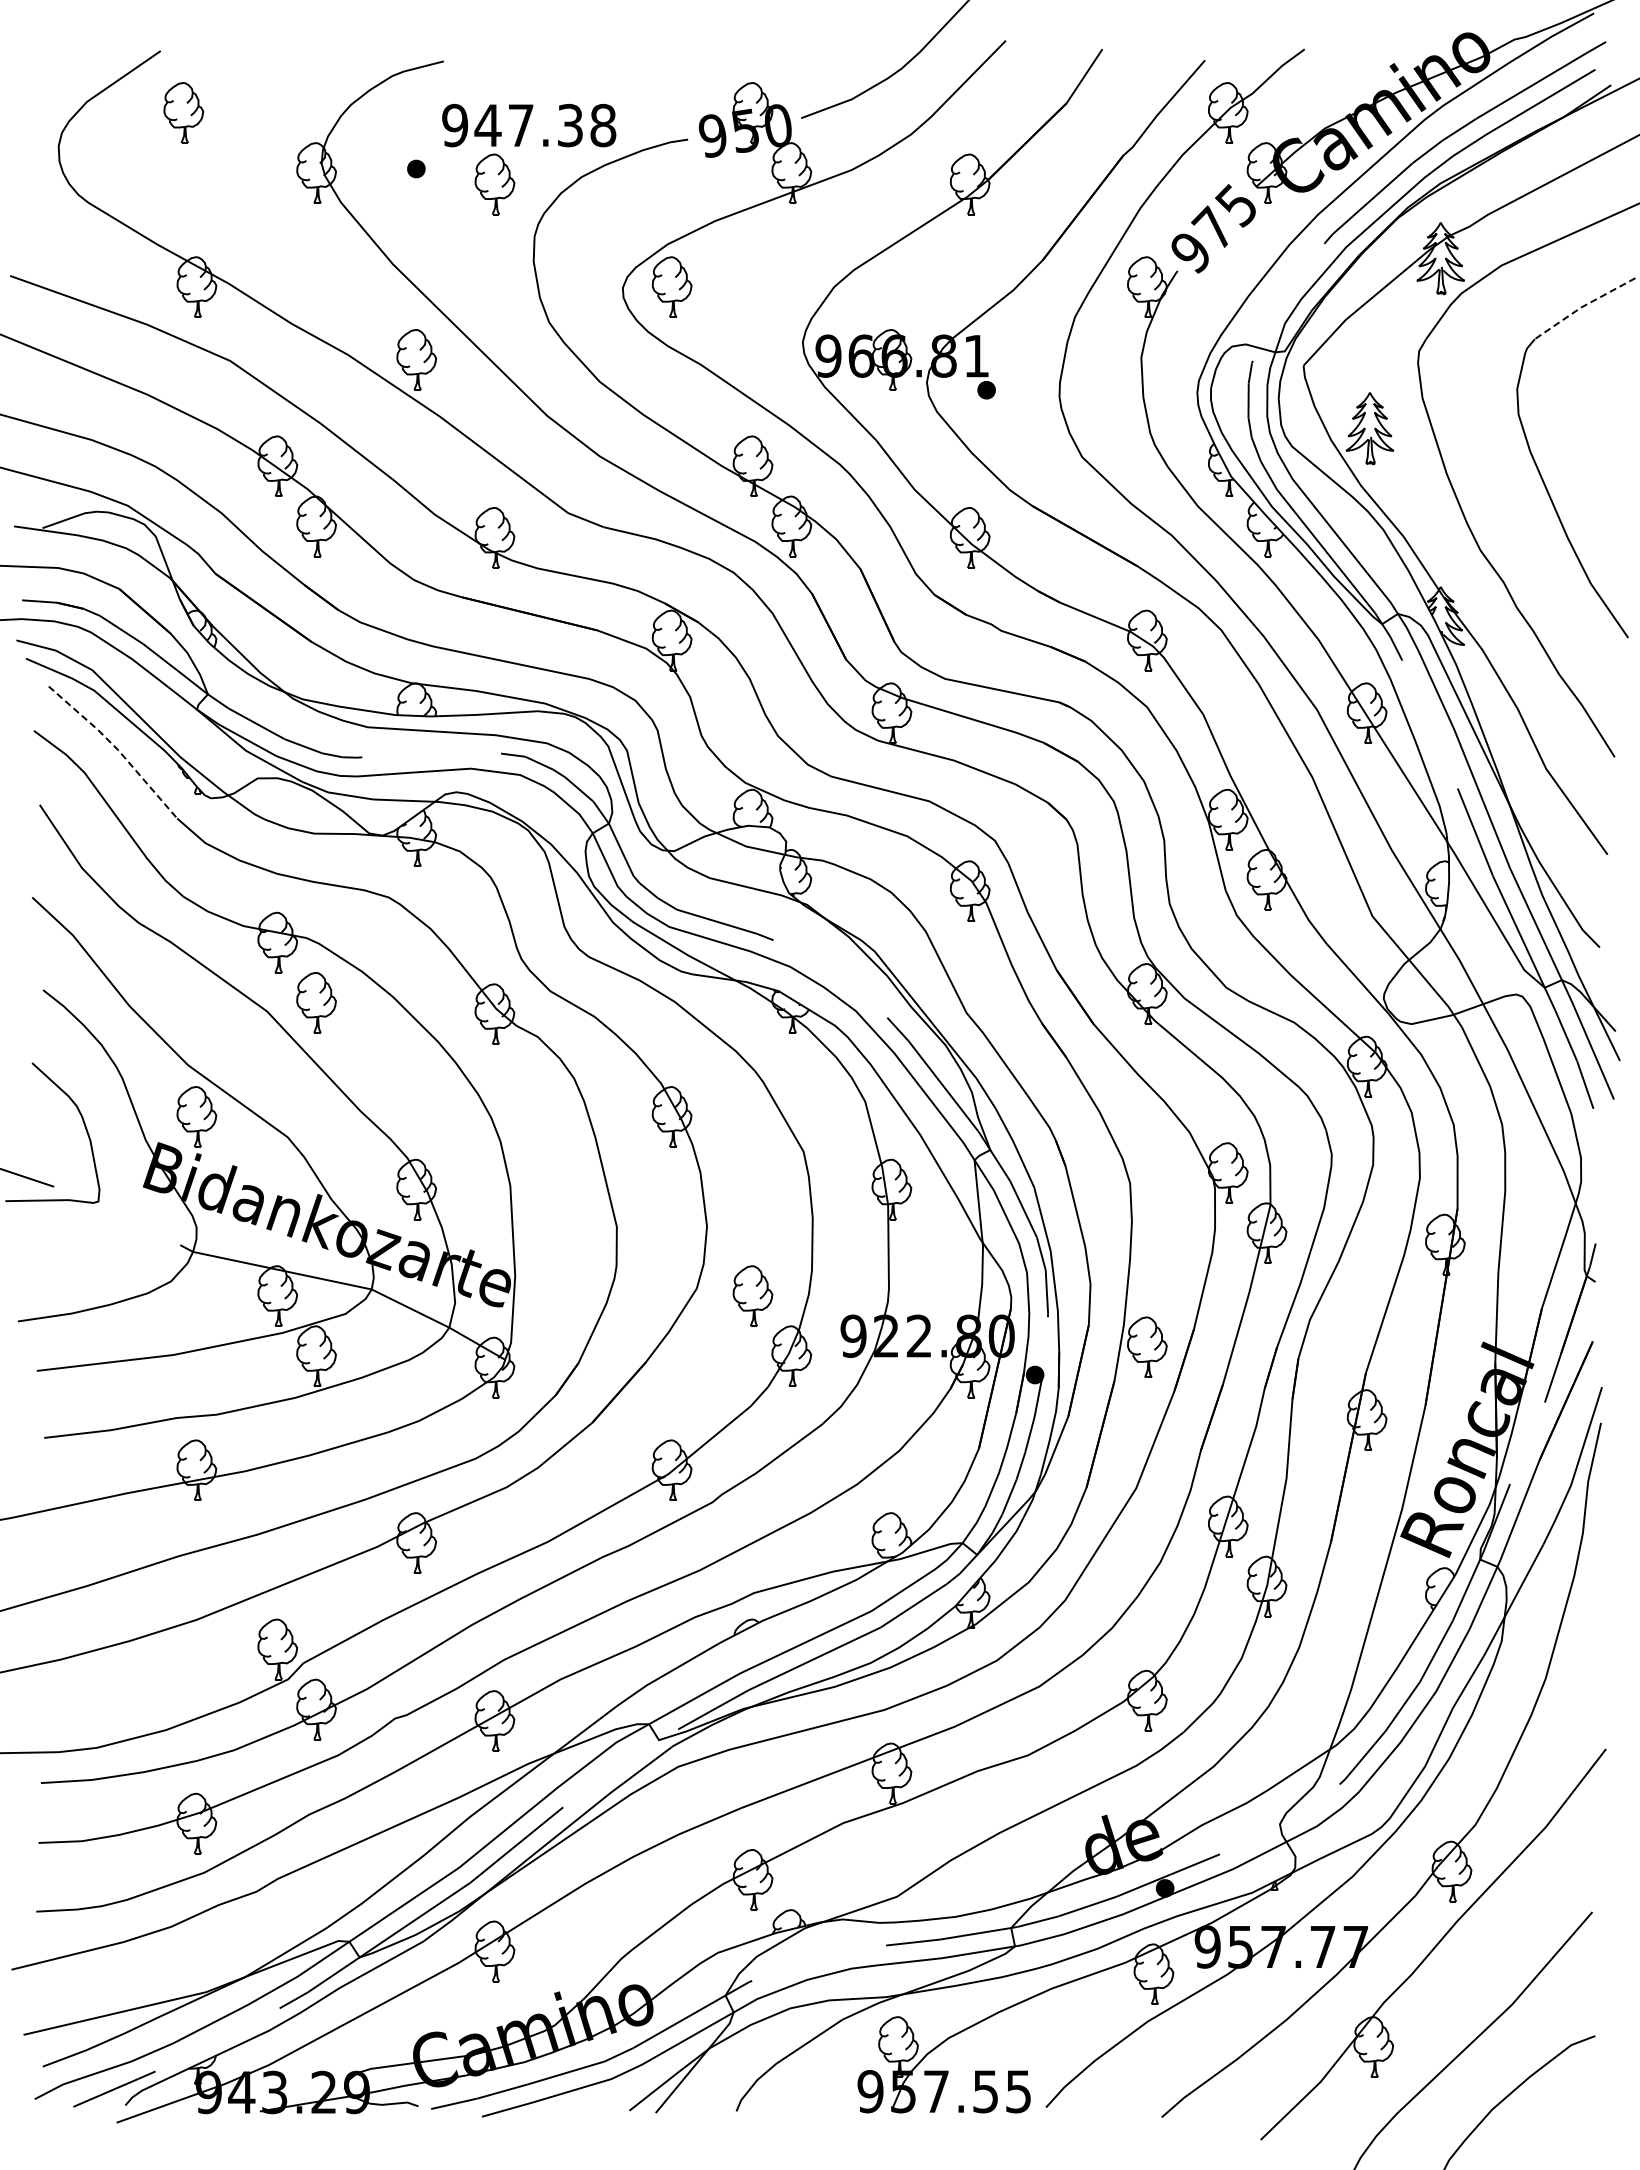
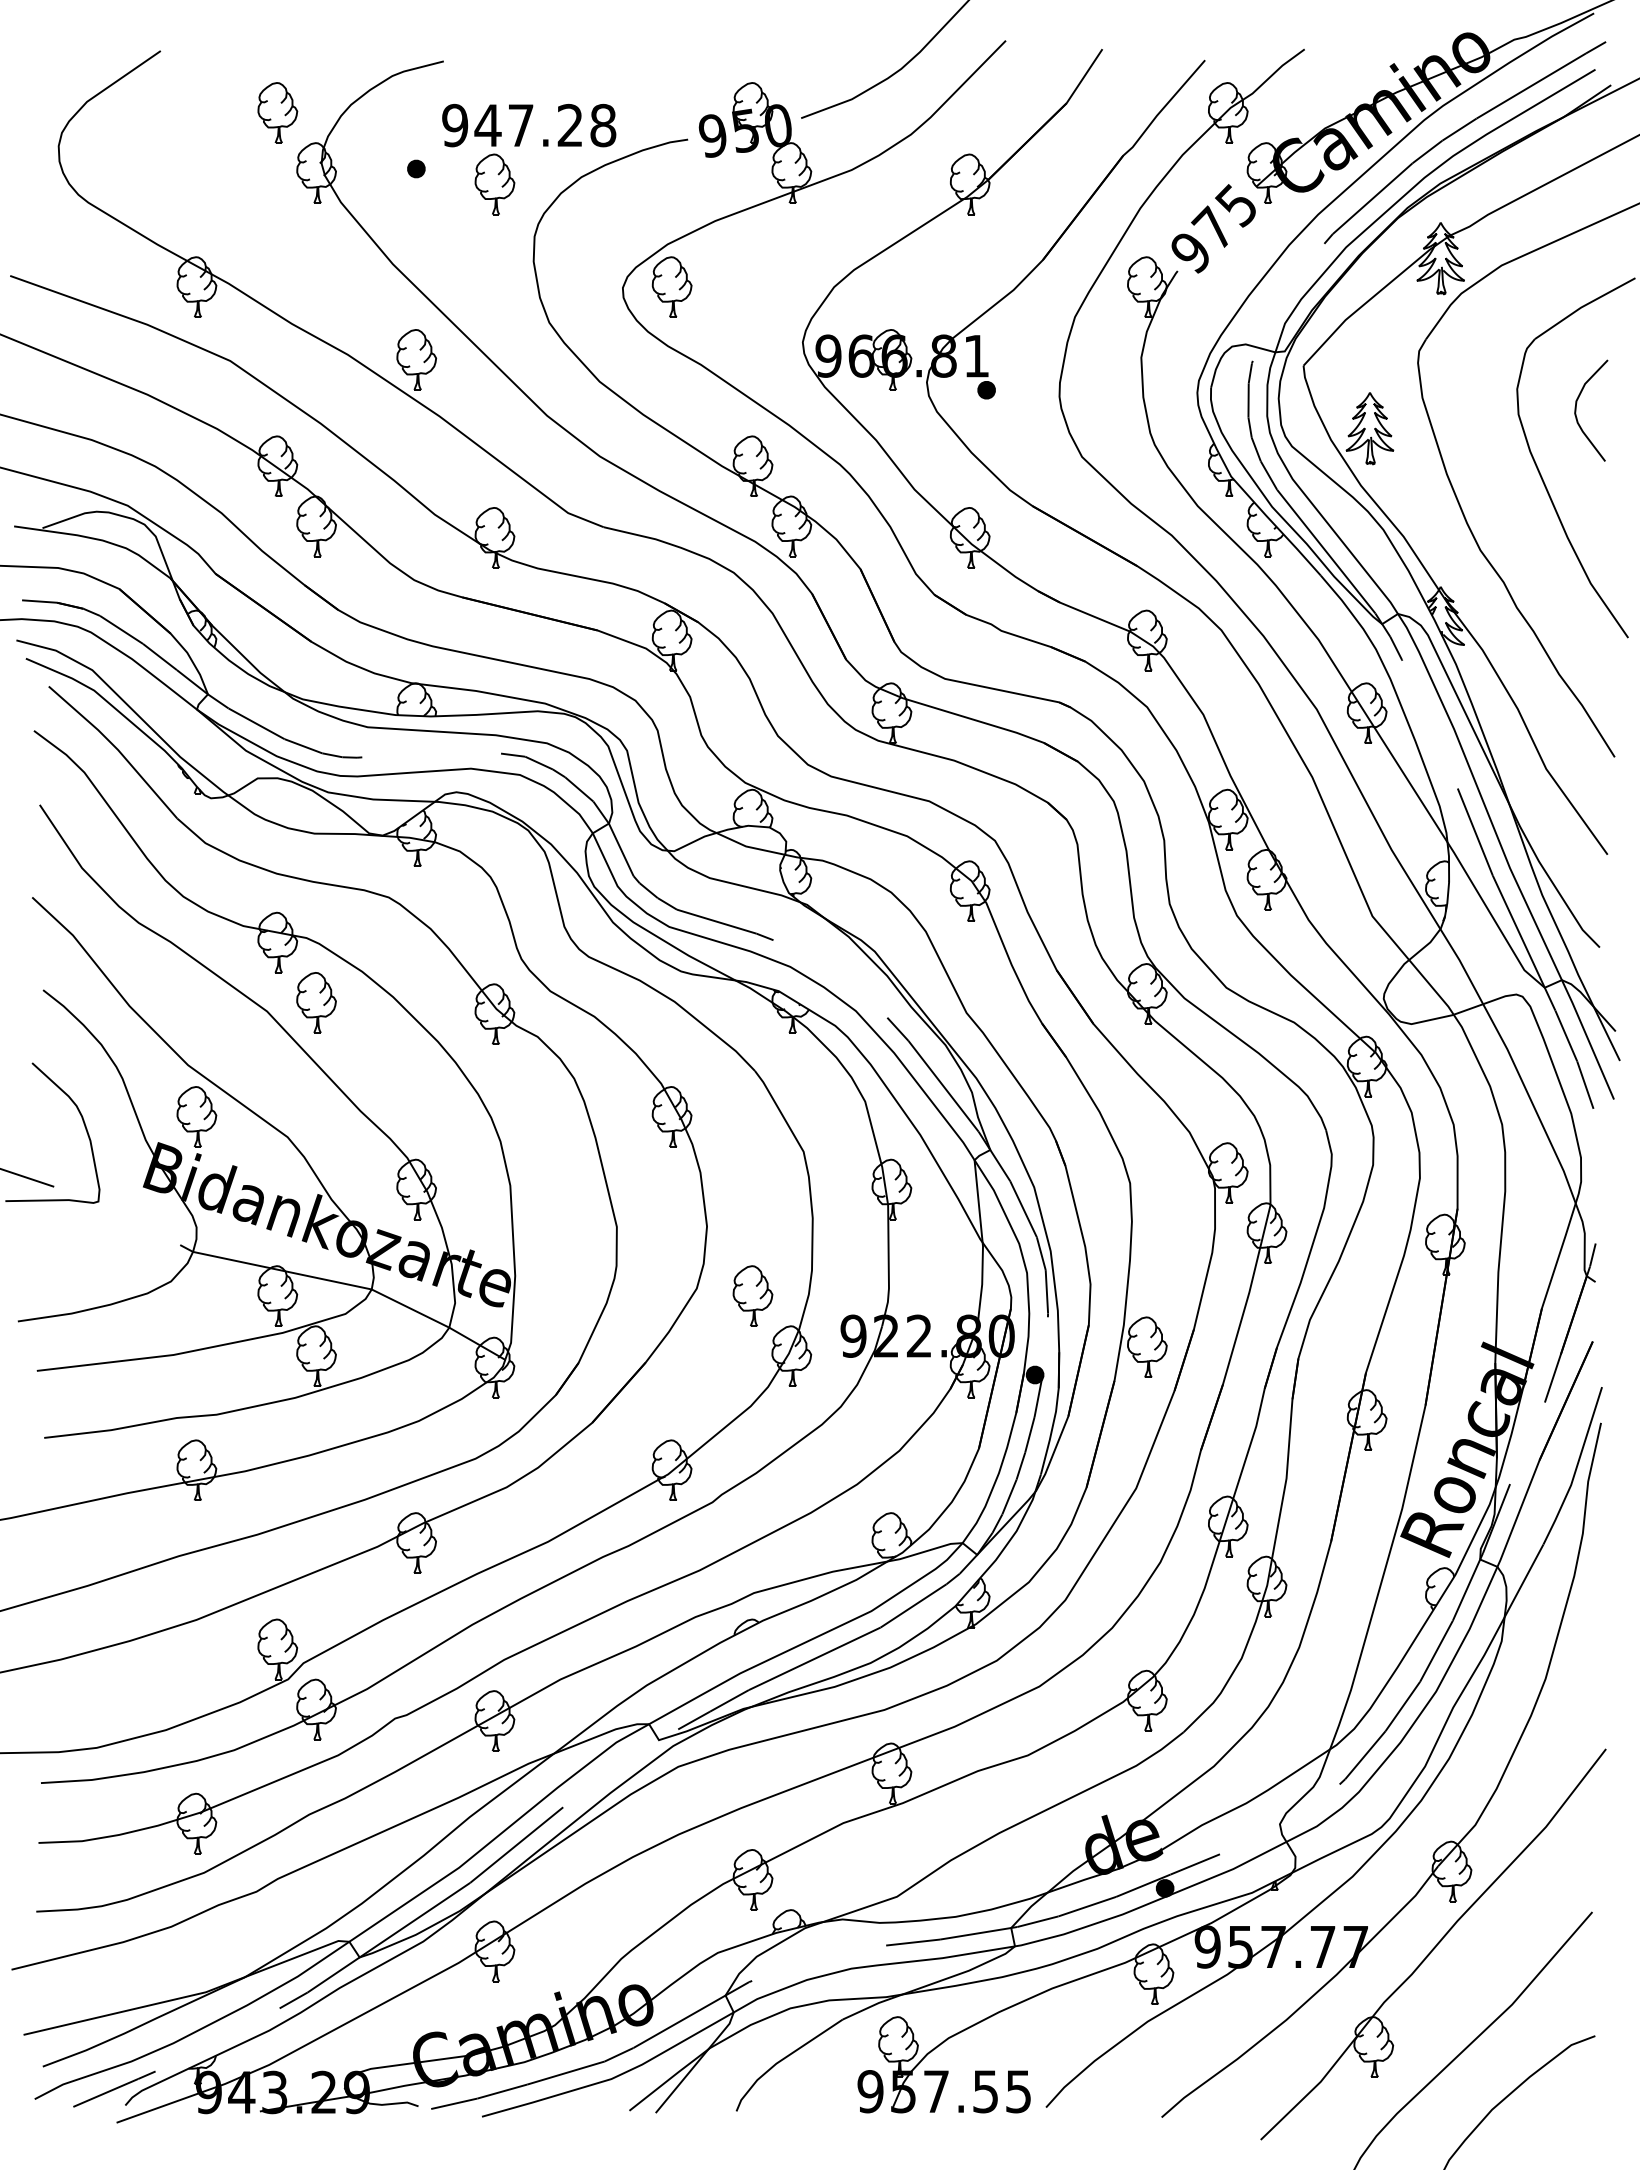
part at (183, 112) position: (183, 112) -> (277, 112)
text at (569, 125): 947.38 -> 947.28
line at (1582, 306): dashed -> solid
curve at (1576, 410): none -> present
line at (116, 748): dashed -> solid
